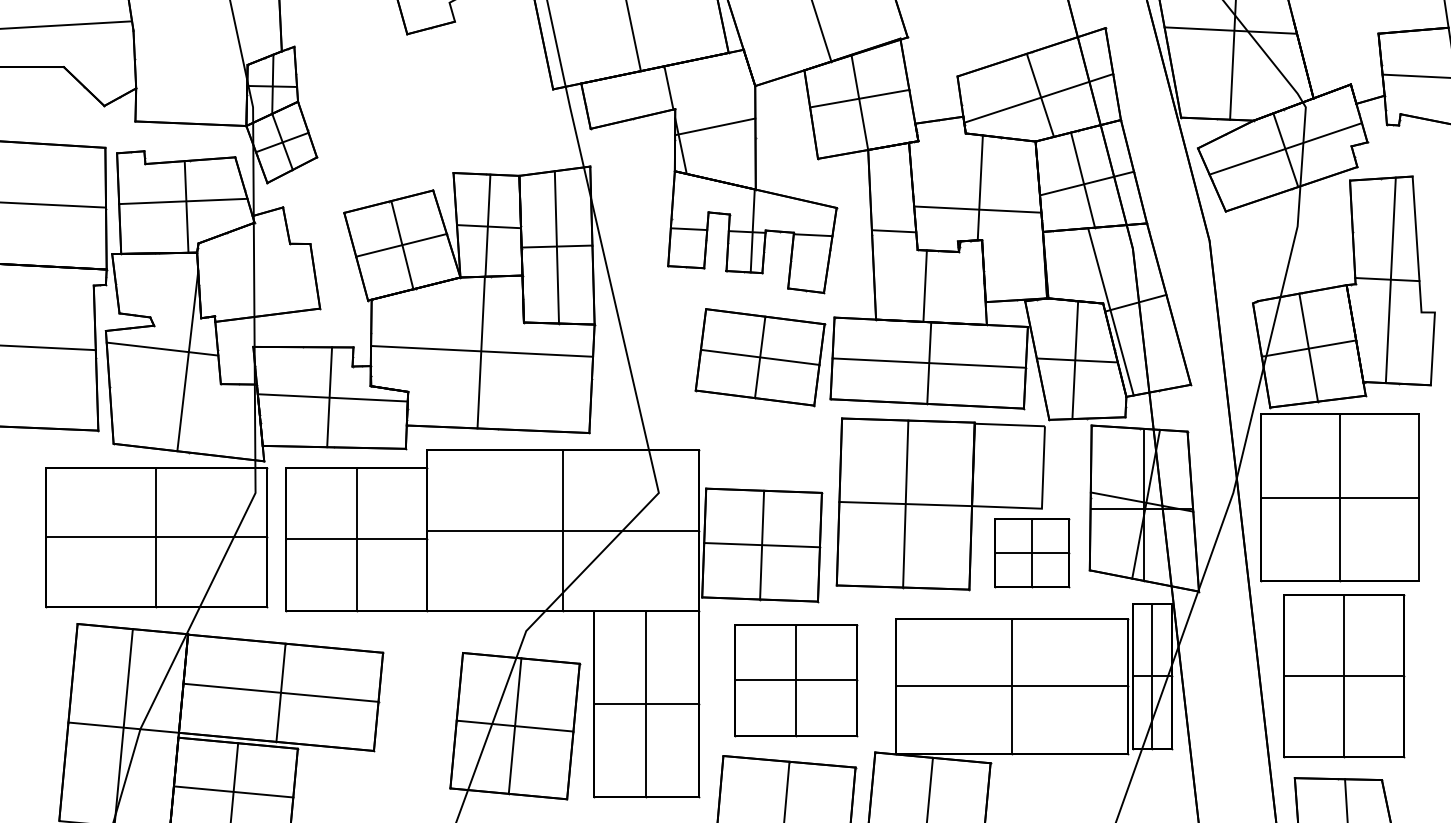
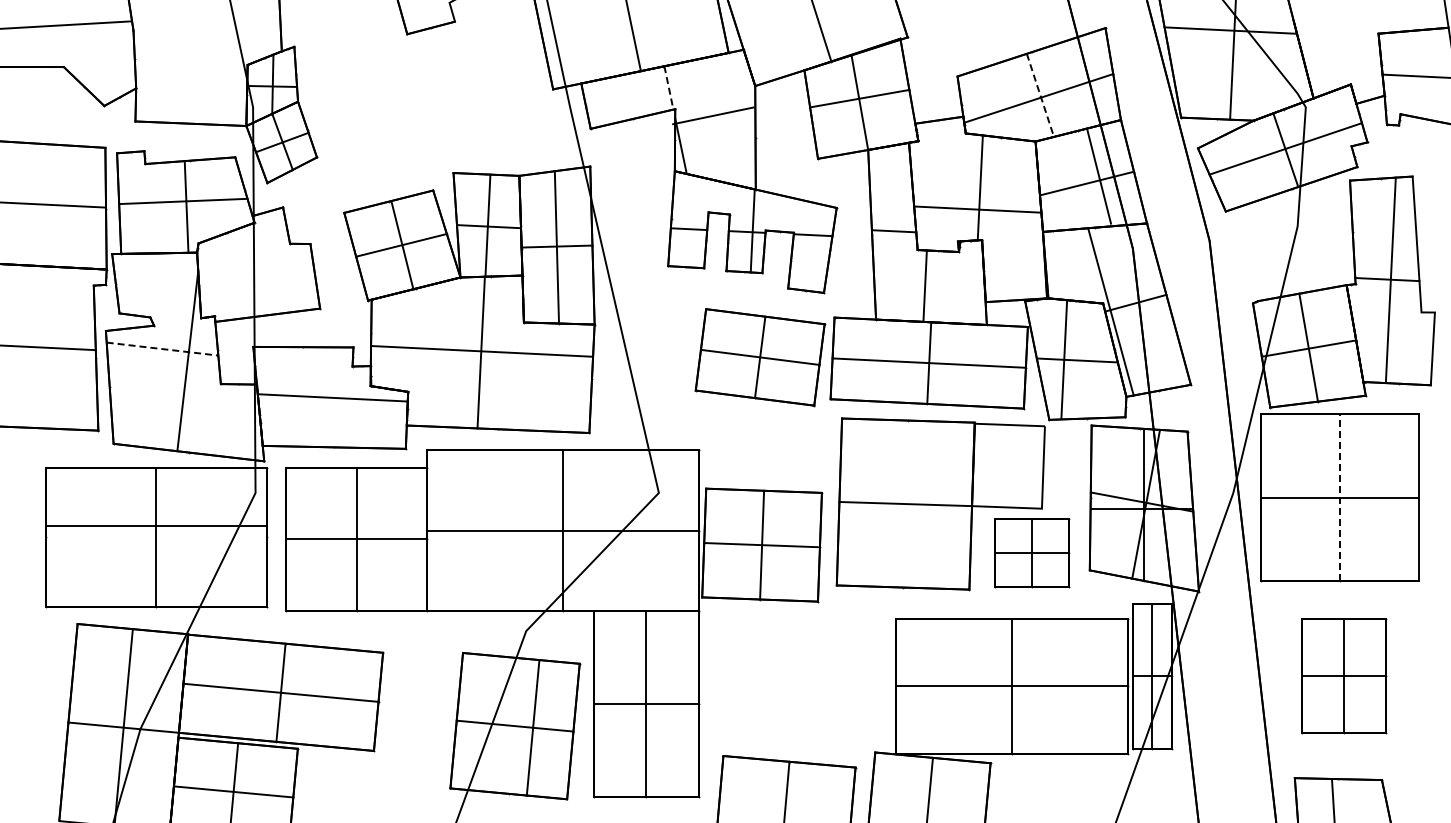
line at (669, 88): solid -> dashed
line at (1040, 95): solid -> dashed
line at (715, 126) position: (715, 126) -> (713, 115)
line at (1083, 179) position: (1083, 179) -> (1099, 175)
line at (163, 349): solid -> dashed
line at (1075, 360) position: (1075, 360) -> (1064, 359)
line at (329, 397): present -> none
line at (1340, 497): solid -> dashed
line at (905, 503): present -> none
line at (155, 537) position: (155, 537) -> (155, 526)
part at (1344, 676) size: 123x165 px -> 87x117 px
part at (796, 680): present -> none
line at (514, 725) position: (514, 725) -> (532, 727)
line at (1346, 799) position: (1346, 799) -> (1333, 799)
